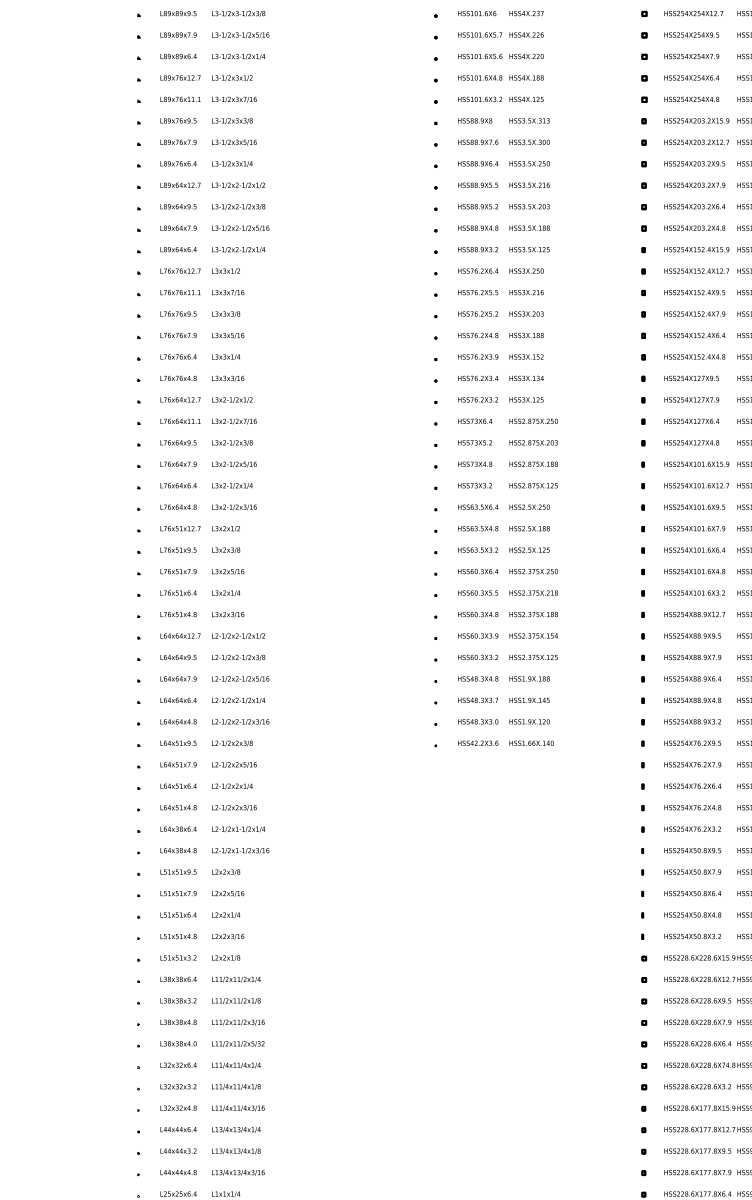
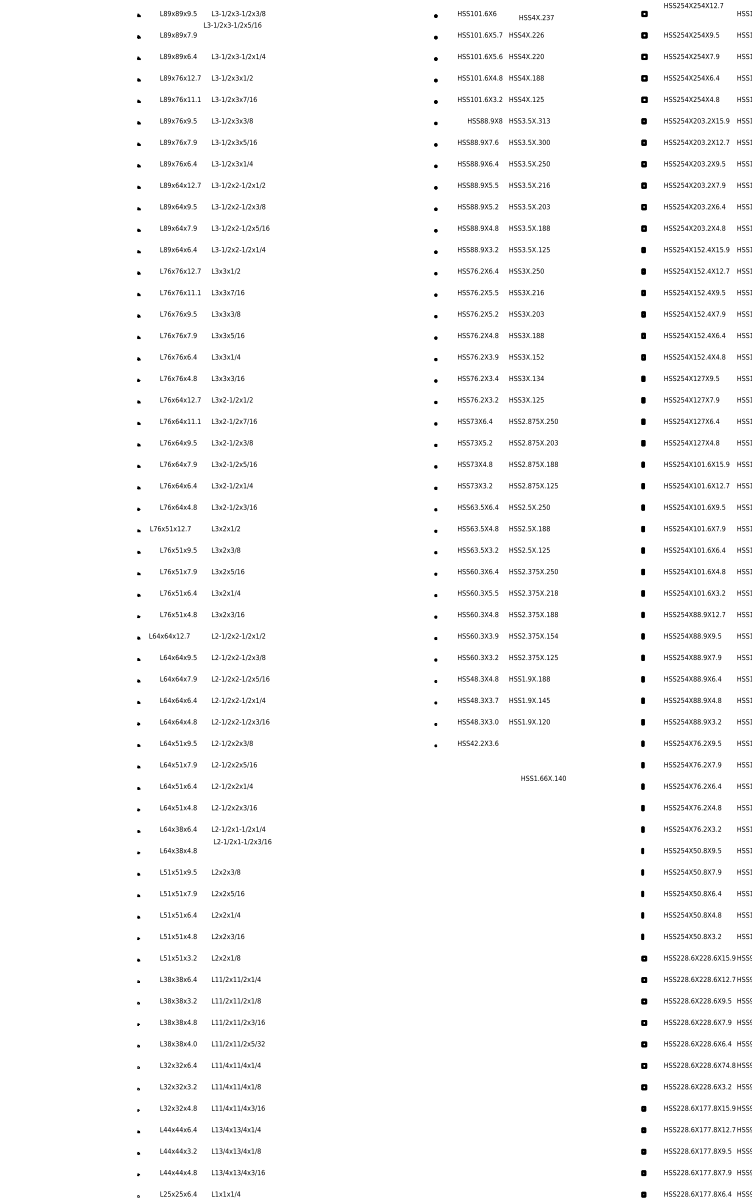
text at (526, 13) position: (526, 13) -> (536, 17)
text at (693, 13) position: (693, 13) -> (693, 5)
text at (240, 35) position: (240, 35) -> (232, 25)
text at (475, 120) position: (475, 120) -> (485, 120)
text at (180, 528) position: (180, 528) -> (170, 528)
text at (180, 635) position: (180, 635) -> (169, 635)
text at (531, 742) position: (531, 742) -> (543, 777)
text at (240, 850) position: (240, 850) -> (242, 841)
